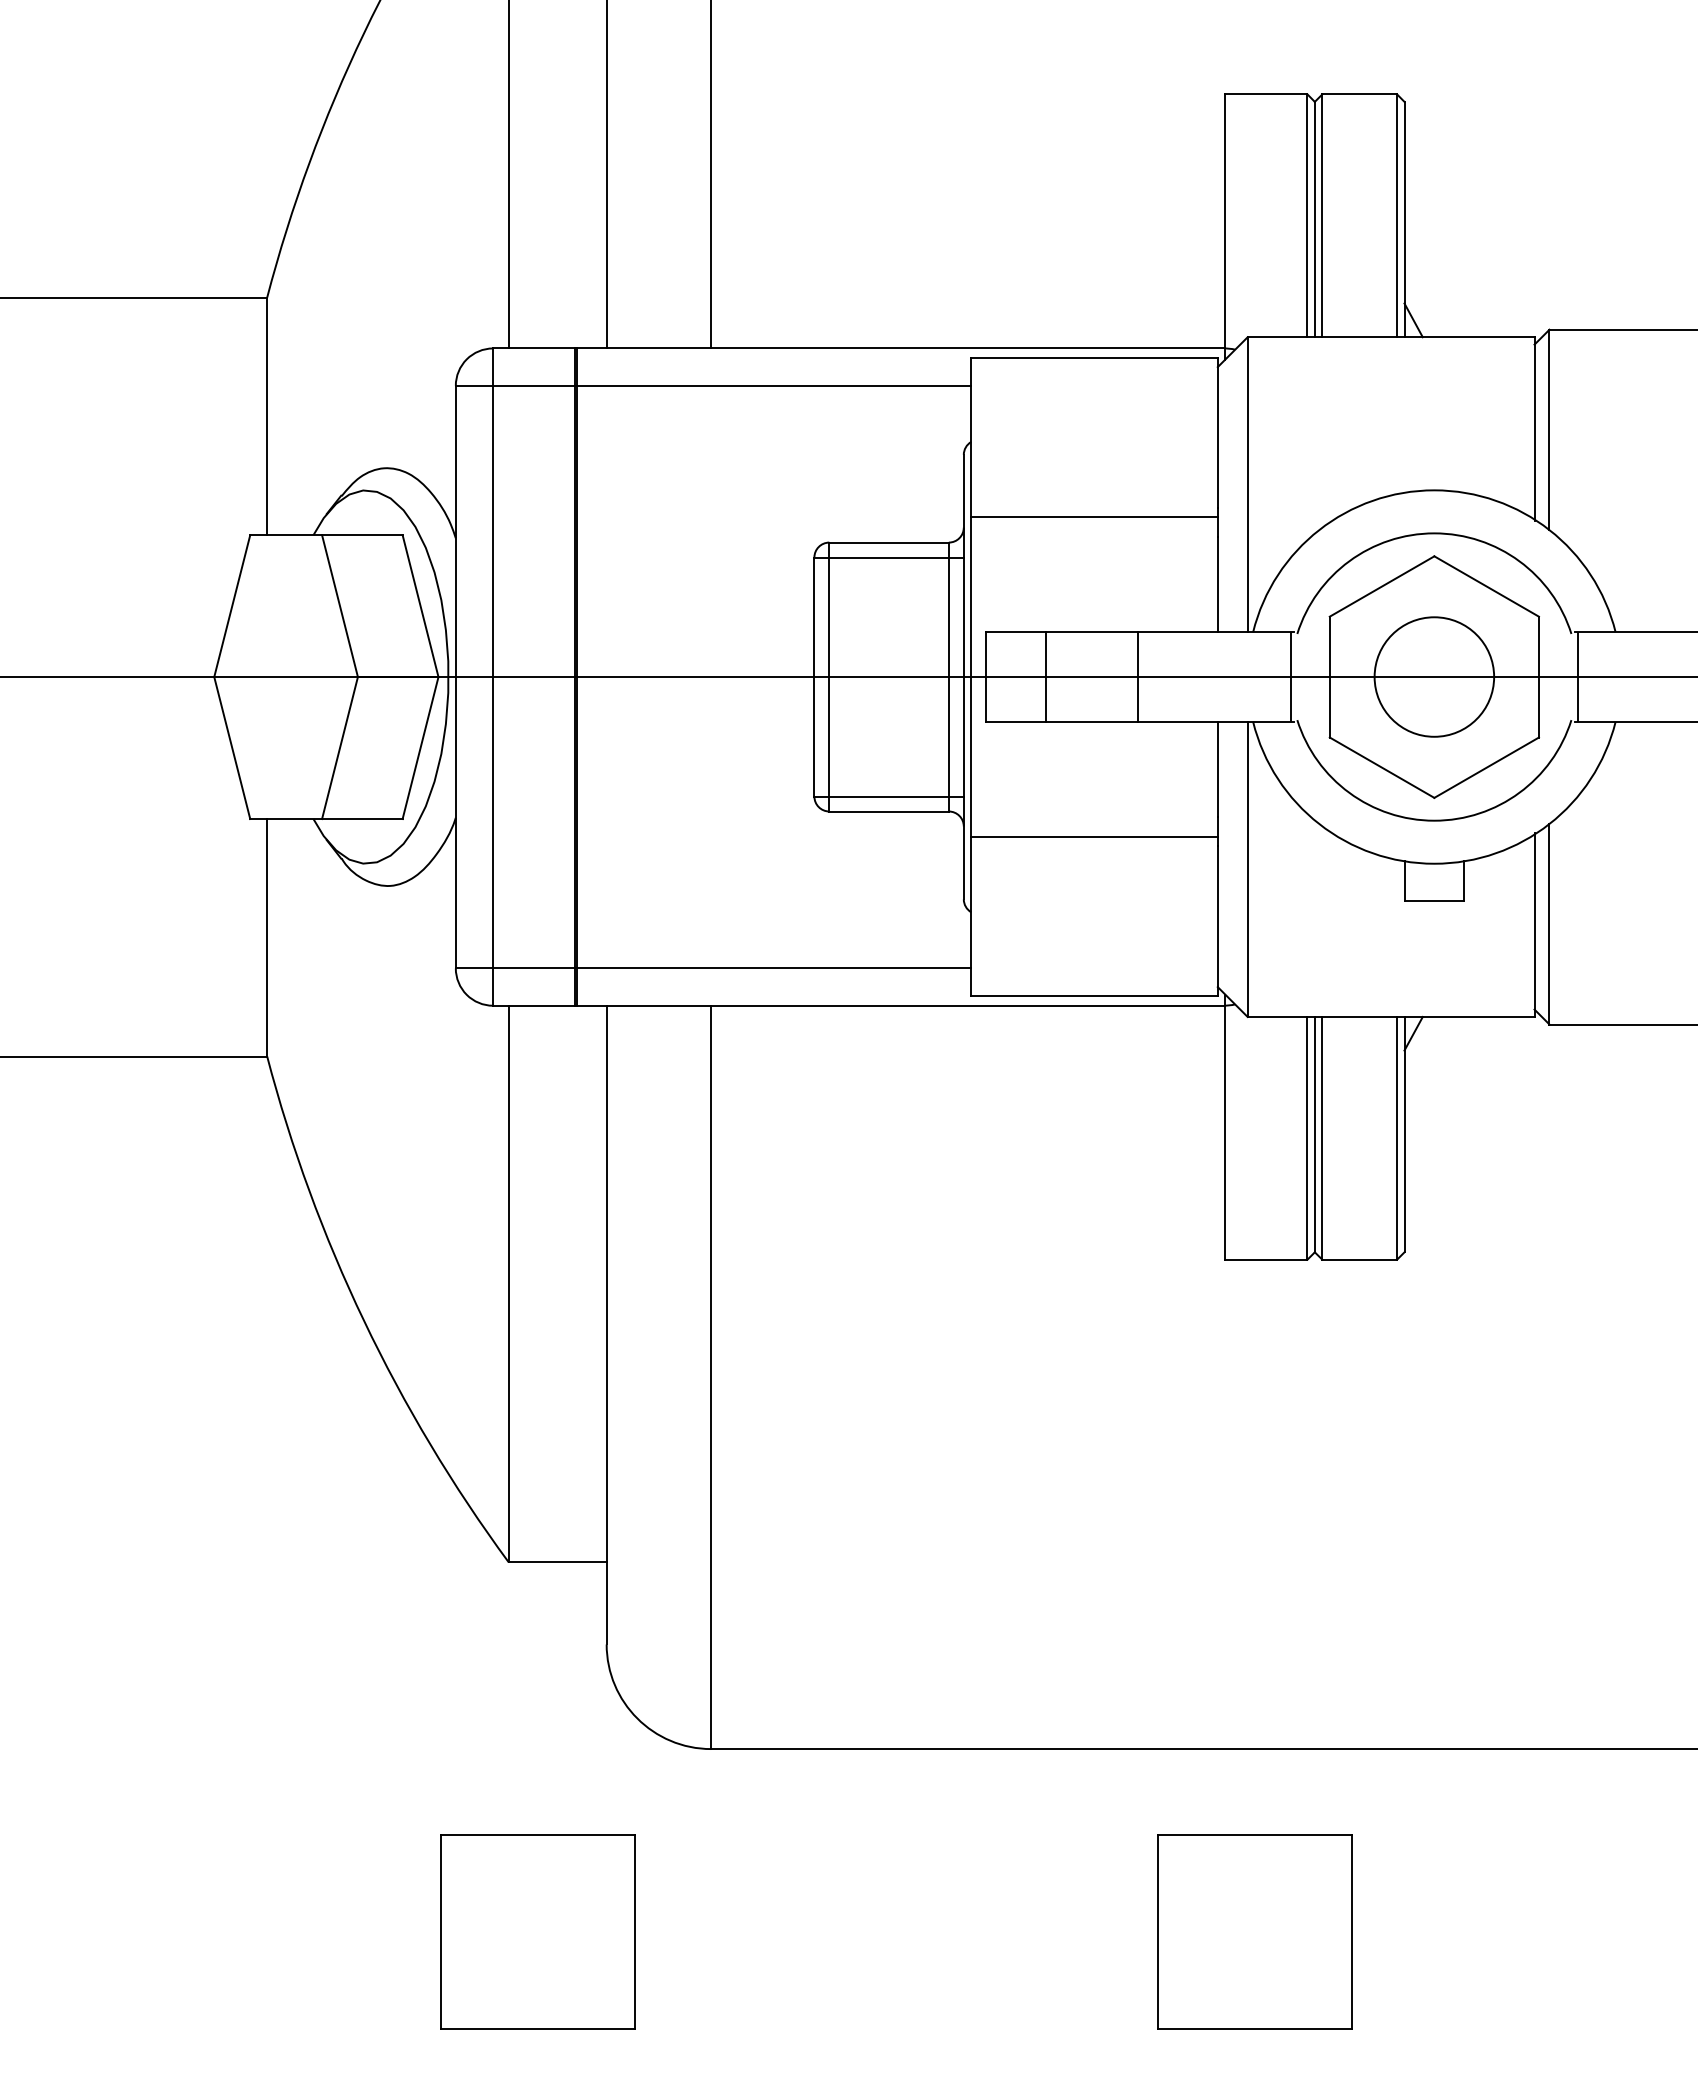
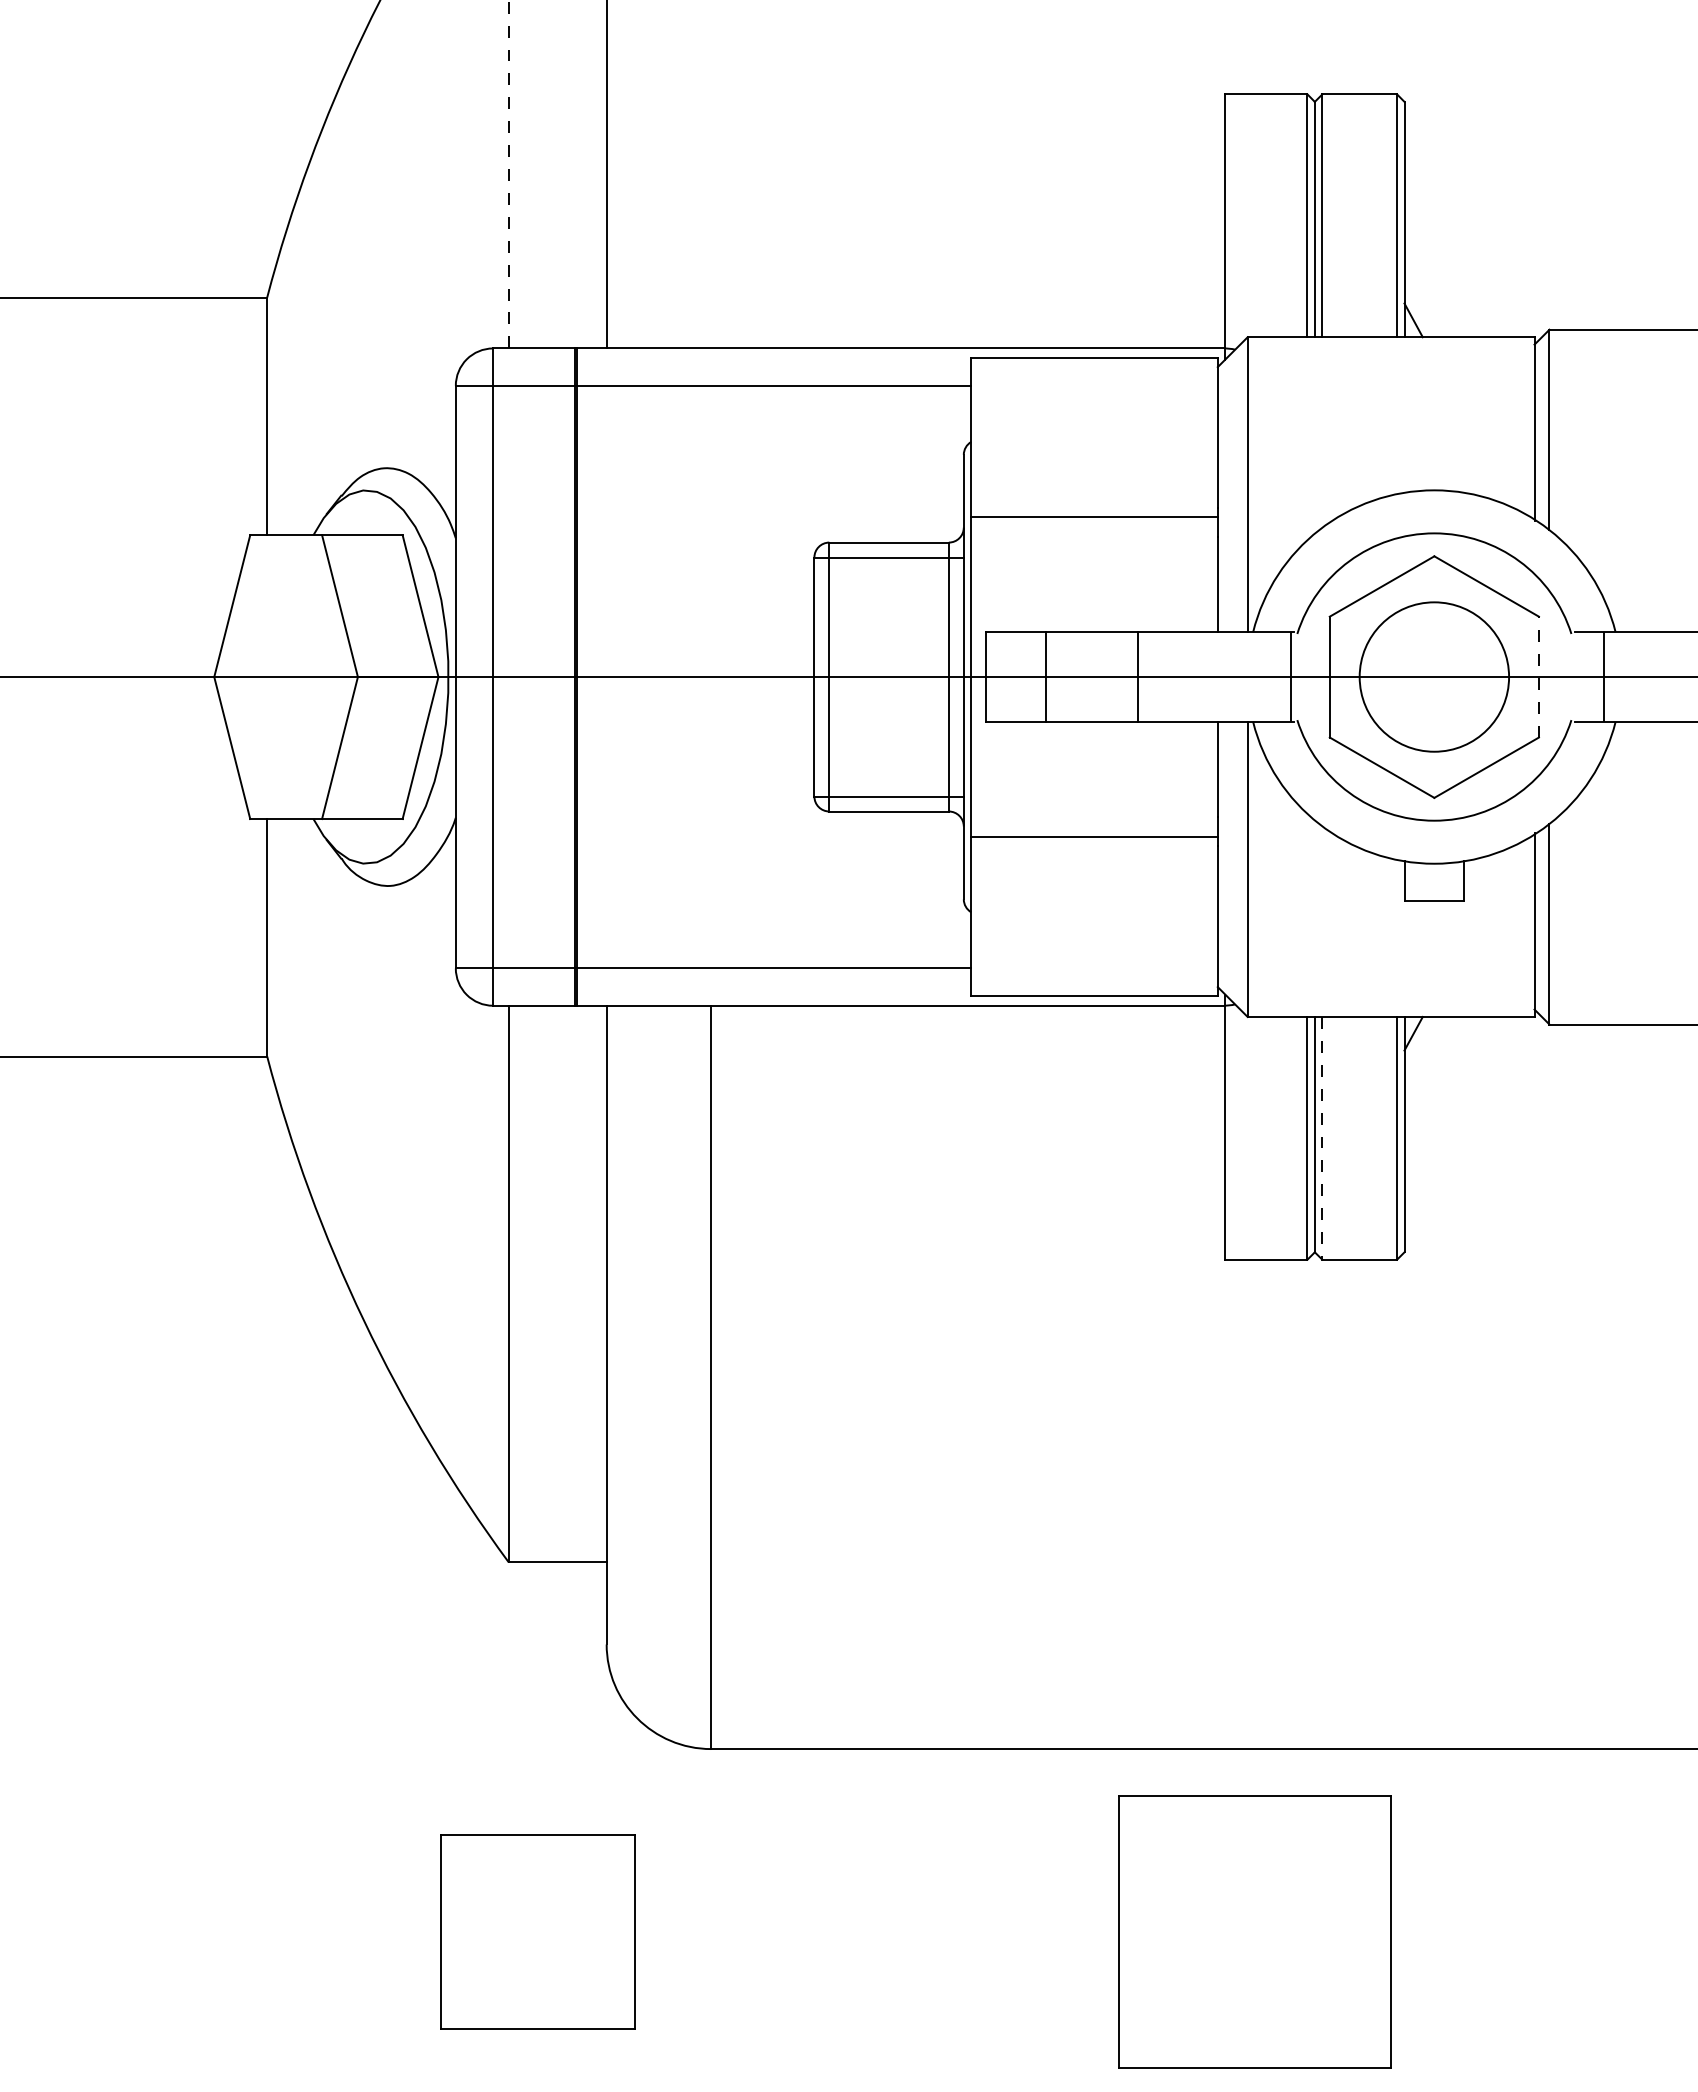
line at (508, 174): solid -> dashed
line at (711, 175): present -> none
circle at (1434, 676) diameter: 120 px -> 149 px
line at (1538, 676): solid -> dashed
line at (1578, 677) position: (1578, 677) -> (1604, 677)
line at (1322, 1138): solid -> dashed
part at (1254, 1931) size: 196x196 px -> 274x274 px
